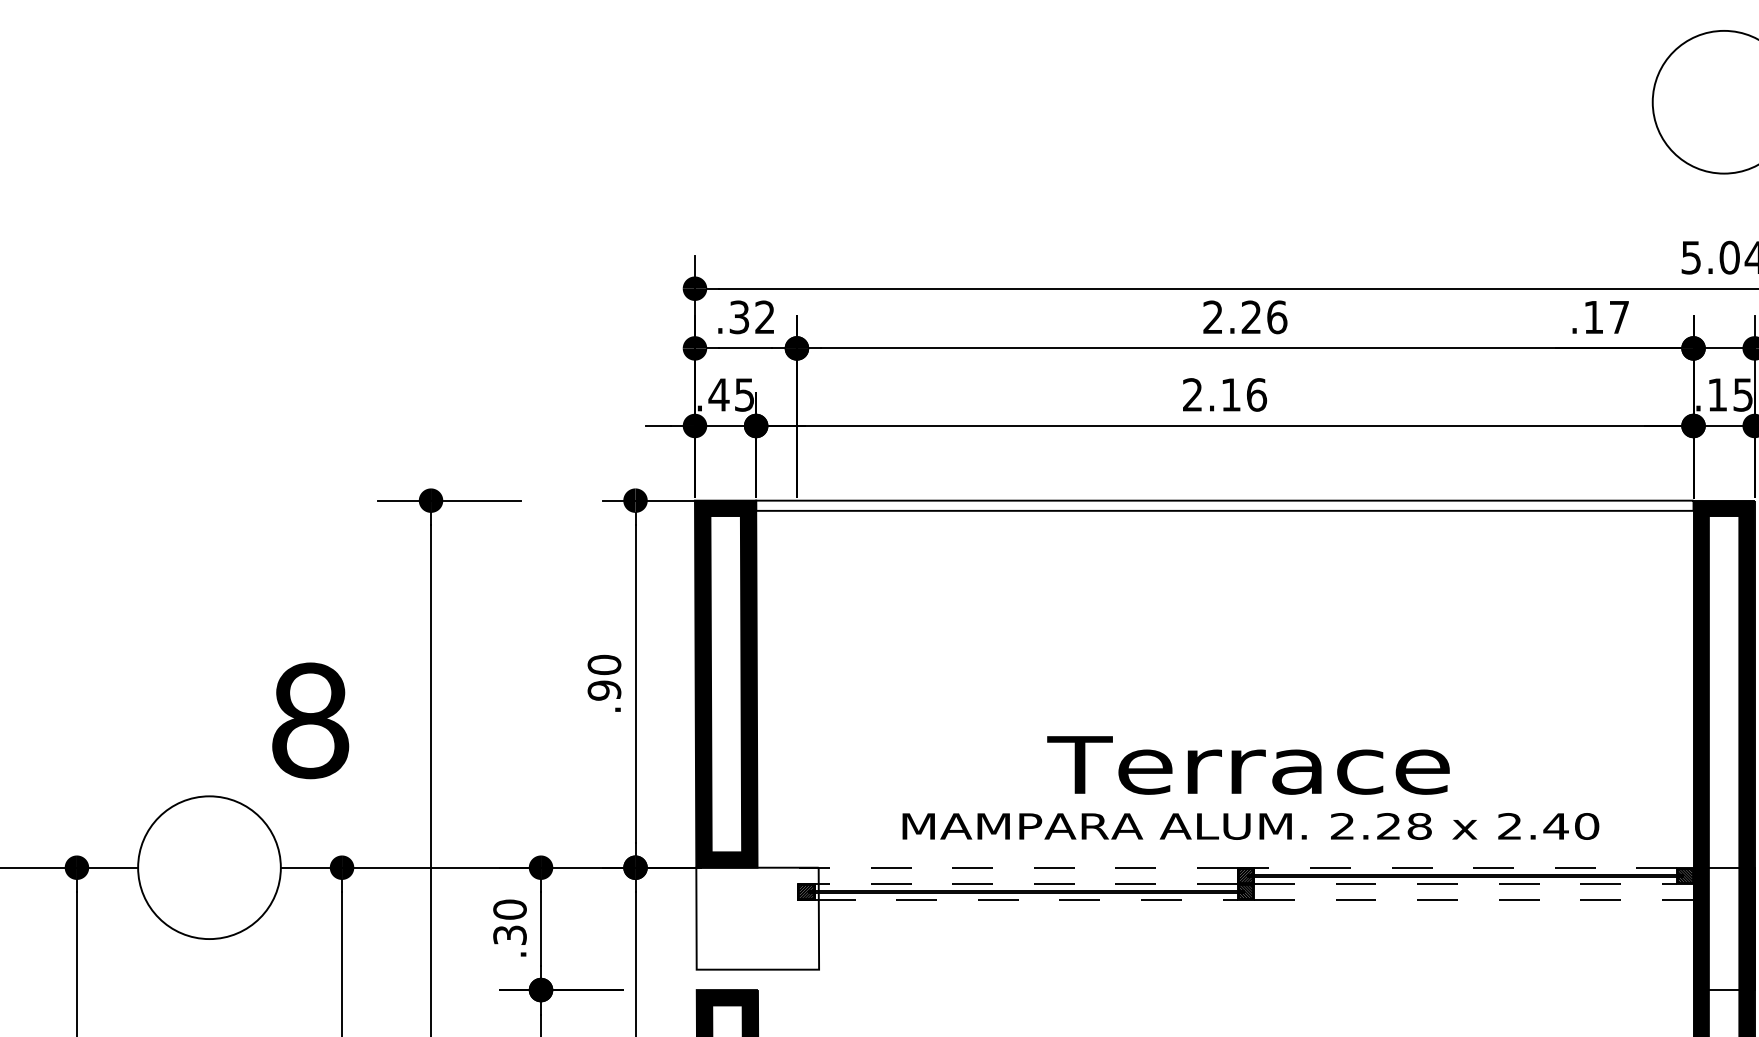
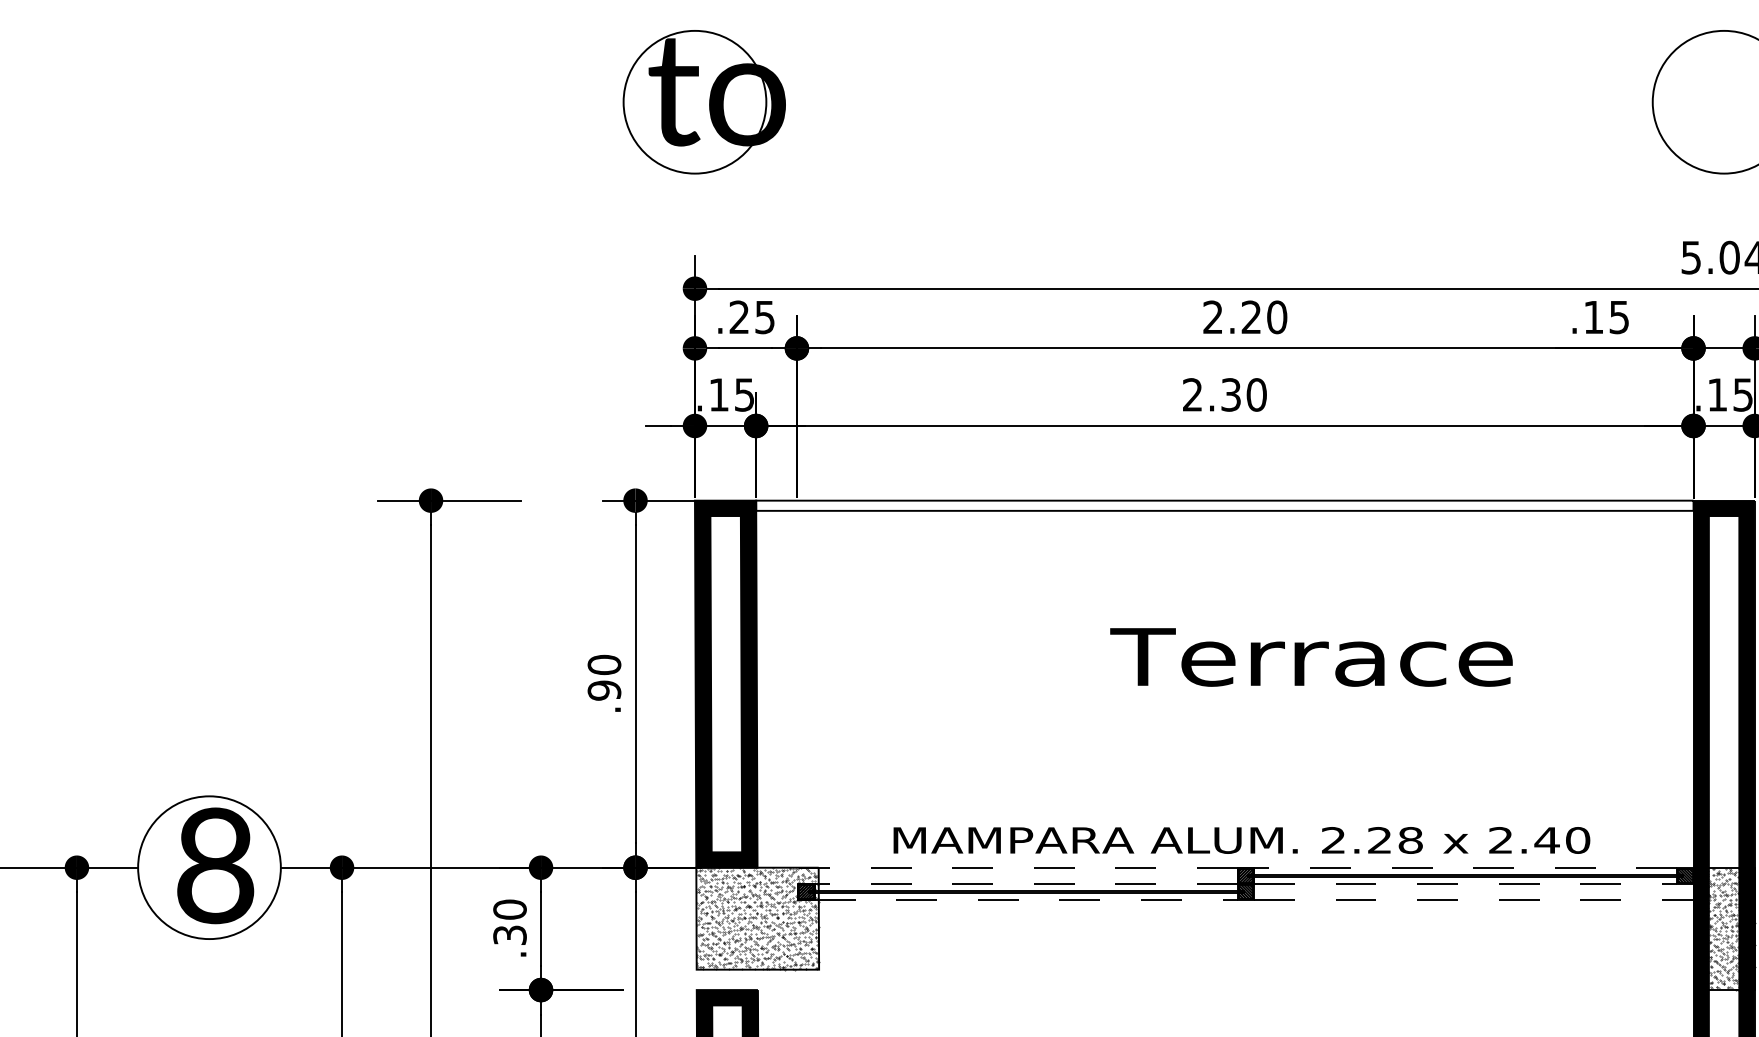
part at (703, 102): none -> present
text at (751, 317): .32 -> .25
text at (1277, 317): 2.26 -> 2.20
text at (1618, 317): .17 -> .15
text at (718, 394): .45 -> .15
text at (1244, 394): 2.16 -> 2.30
text at (310, 720) position: (310, 720) -> (215, 865)
text at (1248, 765) position: (1248, 765) -> (1311, 657)
text at (1250, 826) position: (1250, 826) -> (1241, 840)
hatch at (757, 918): none -> present
hatch at (1723, 929): none -> present
